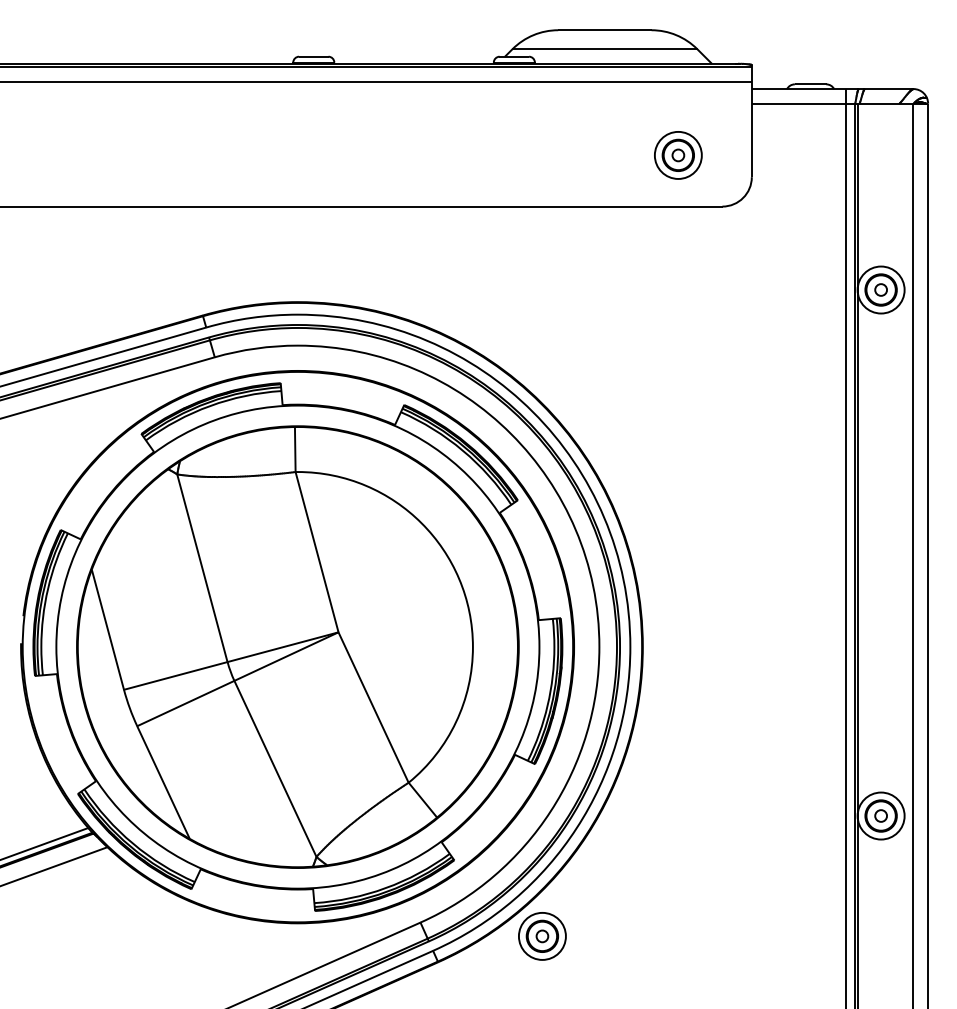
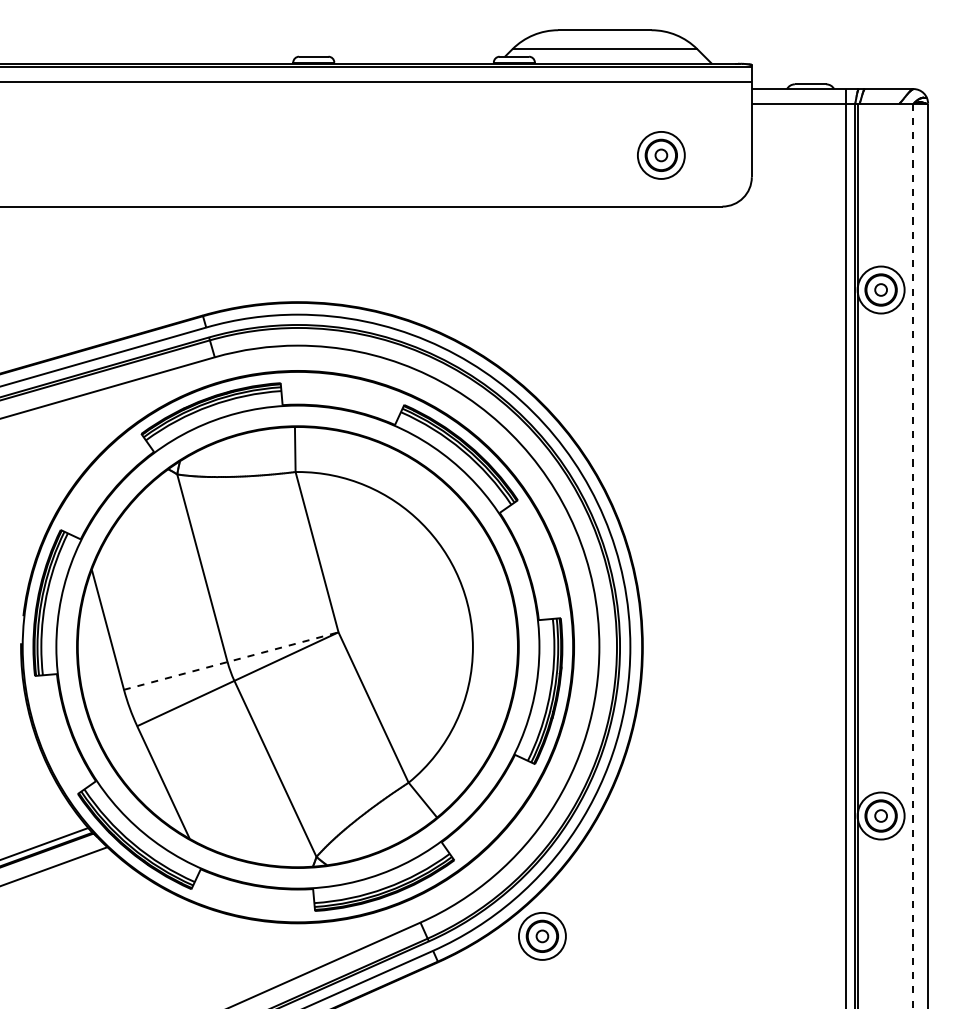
part at (678, 155) position: (678, 155) -> (661, 155)
line at (913, 556): solid -> dashed
line at (231, 660): solid -> dashed
